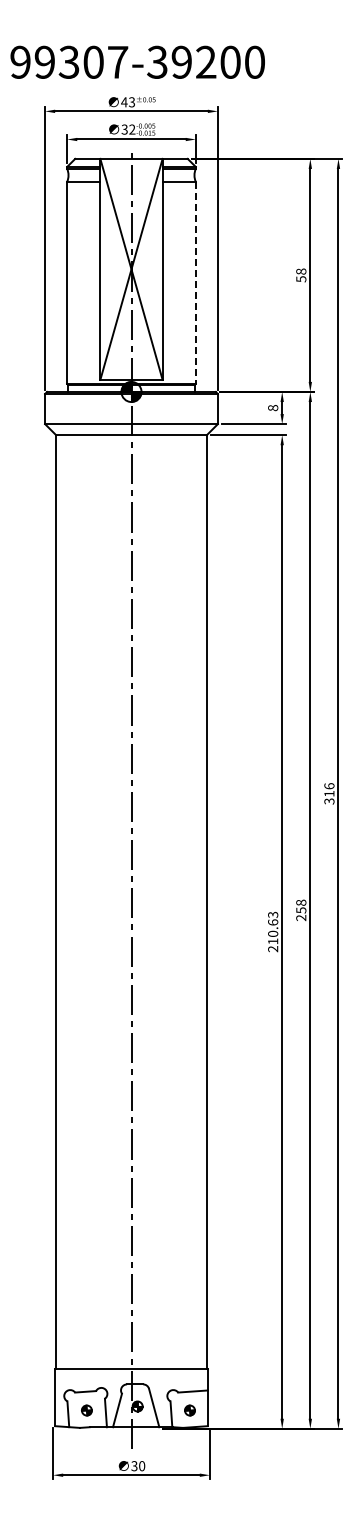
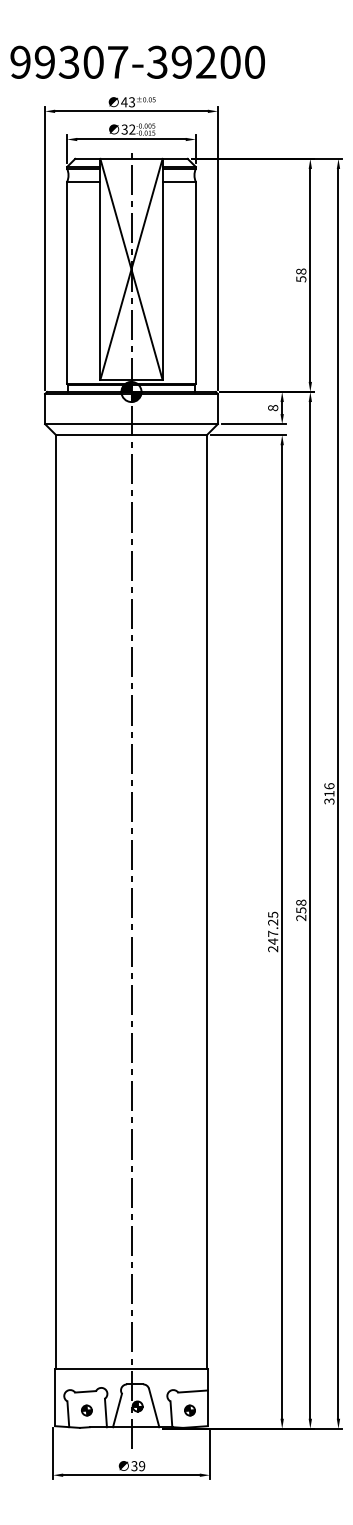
line at (195, 283): dashed -> solid
text at (273, 927): 210.63 -> 247.25
text at (142, 1466): 30 -> 39
